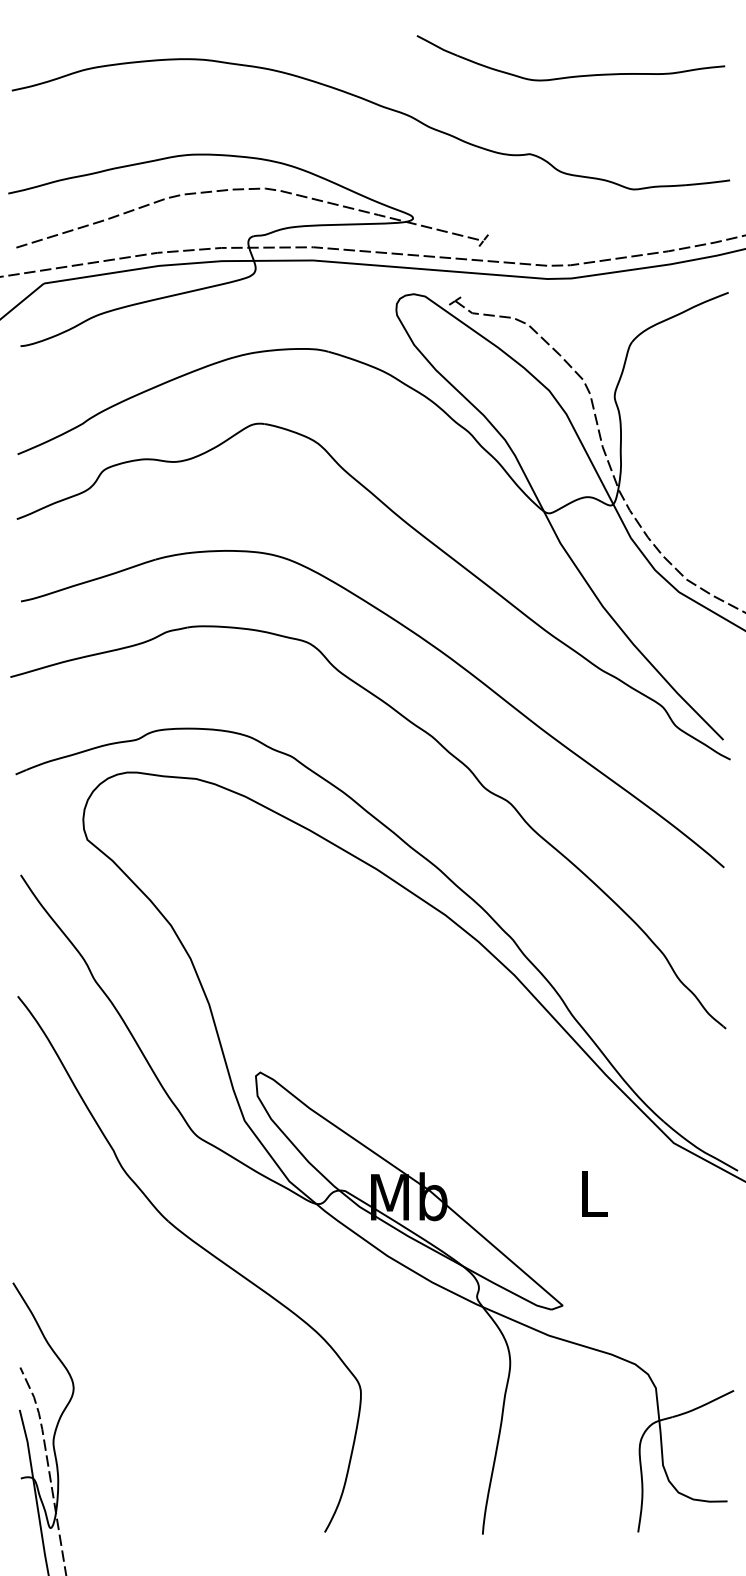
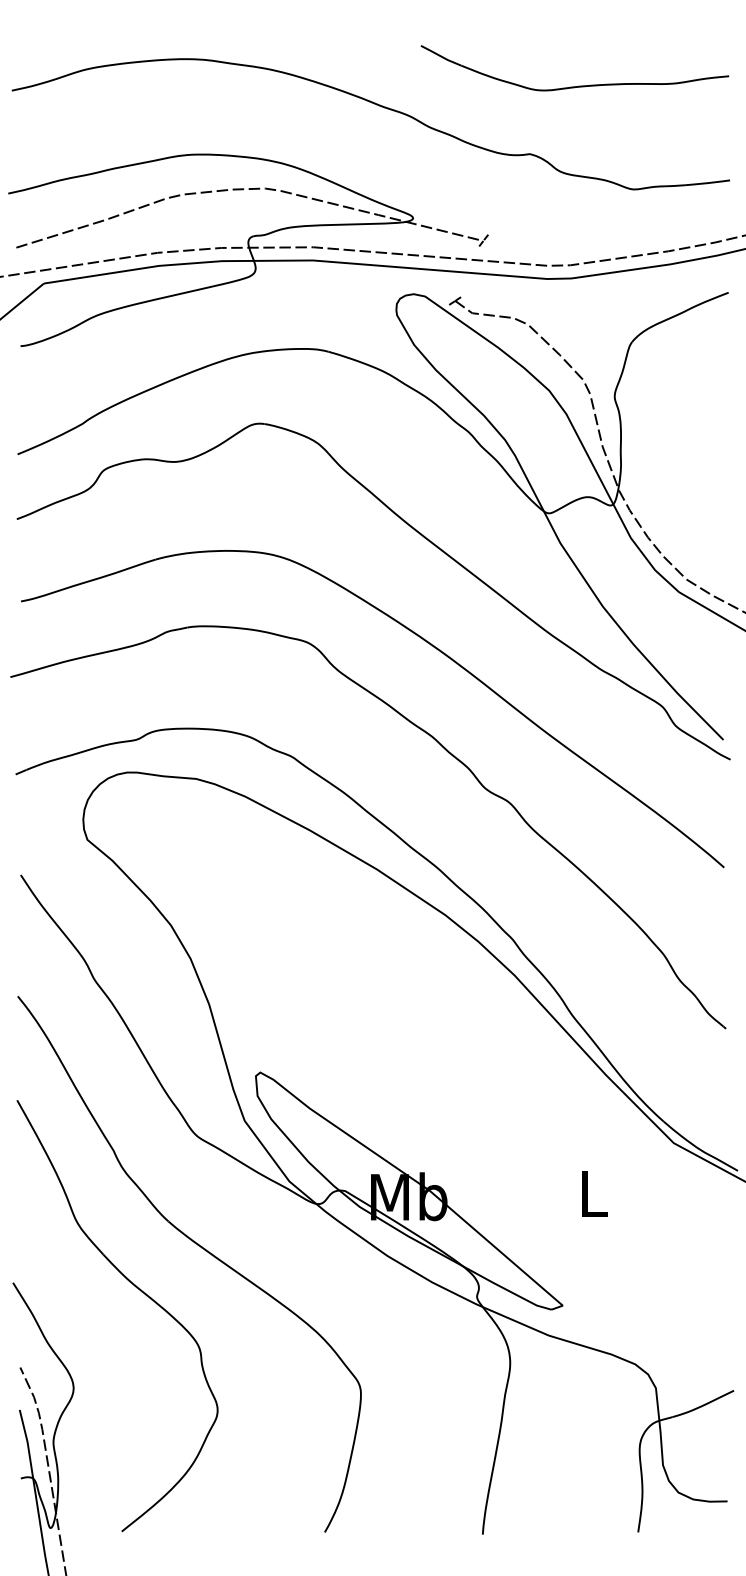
part at (574, 75) position: (574, 75) -> (578, 85)
part at (136, 1288): none -> present
